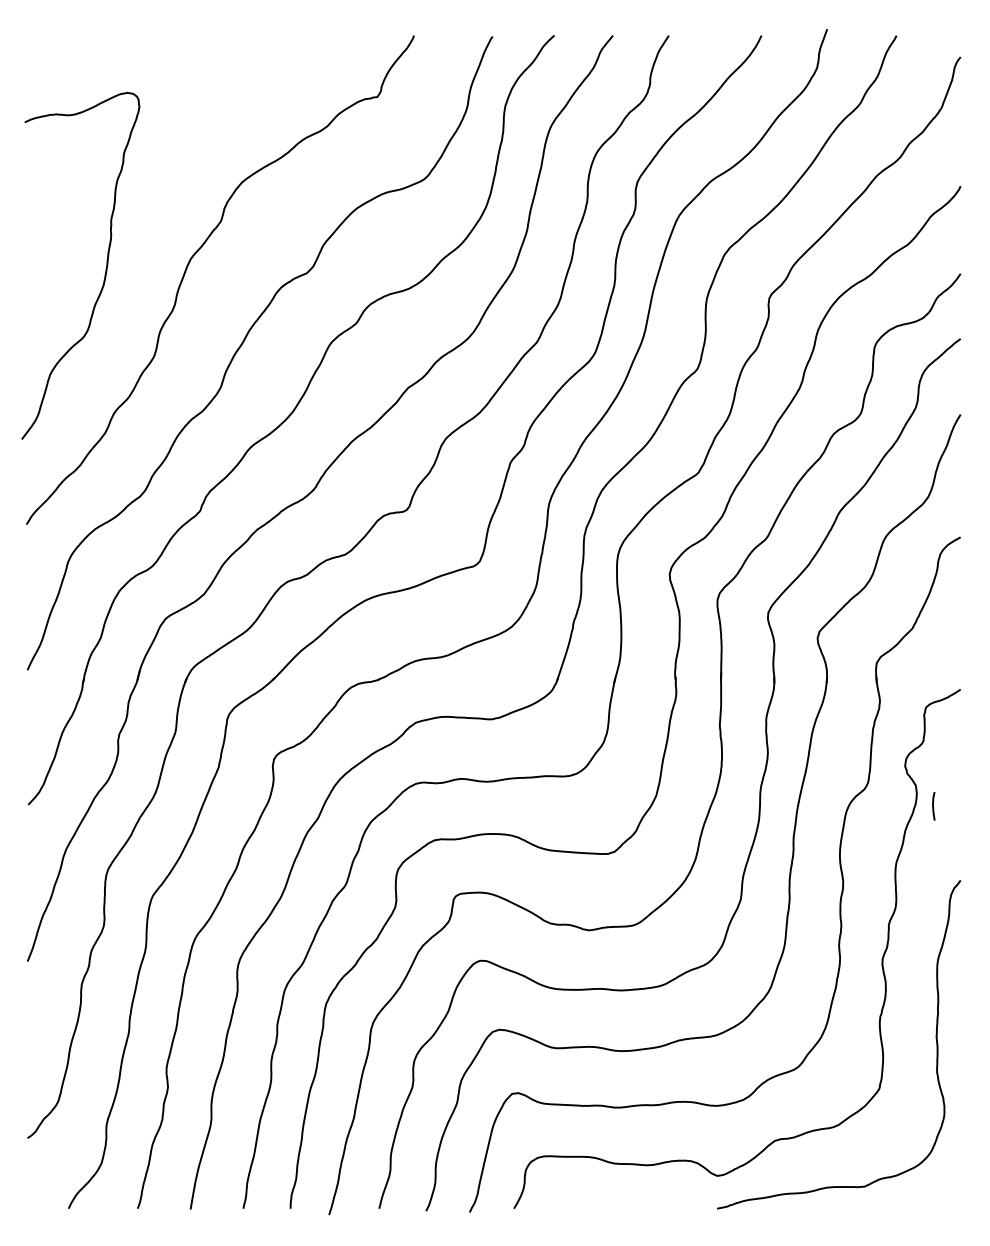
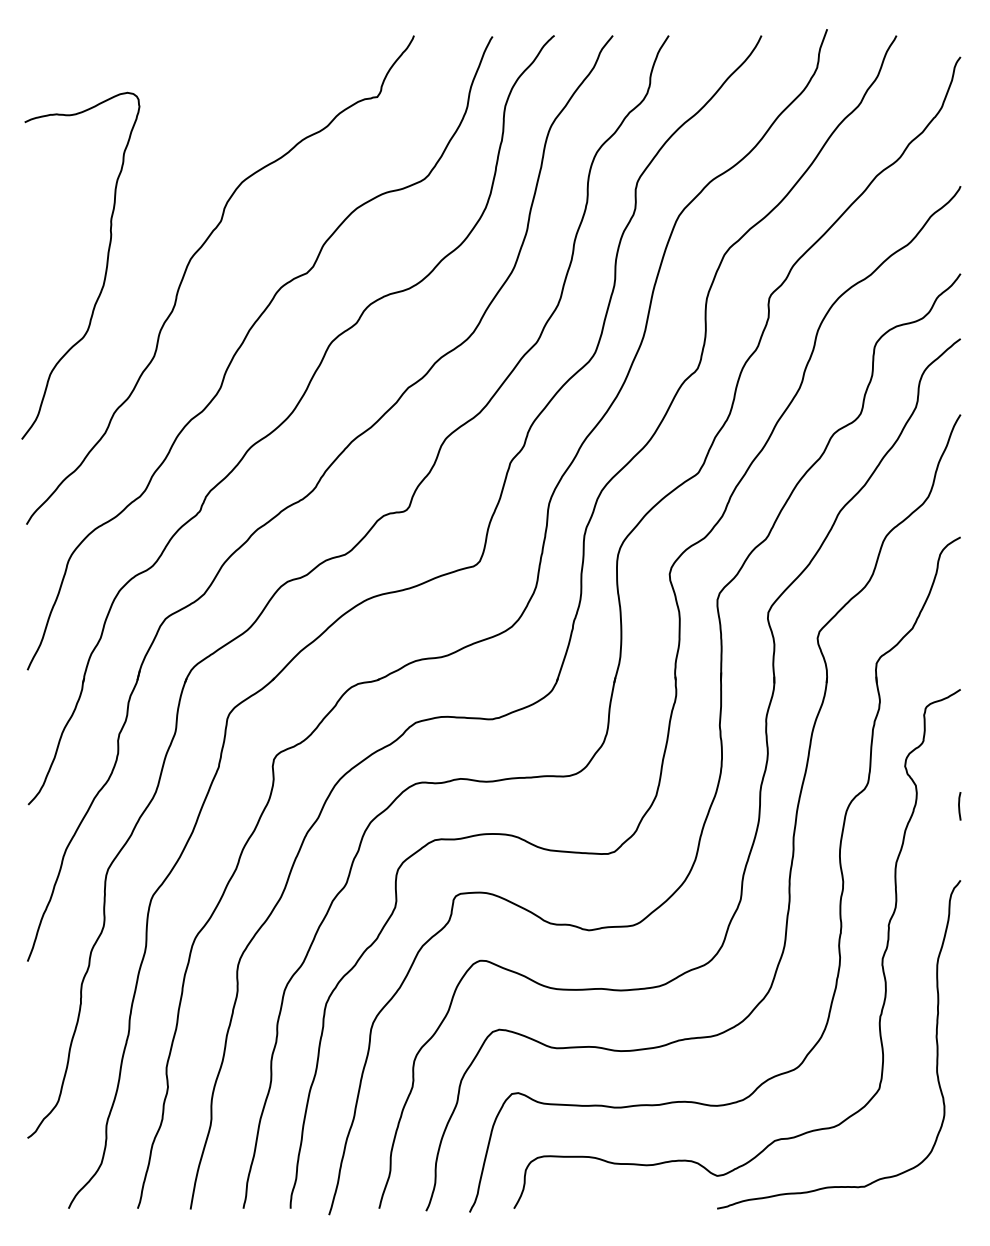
line at (933, 806) position: (933, 806) -> (959, 806)
